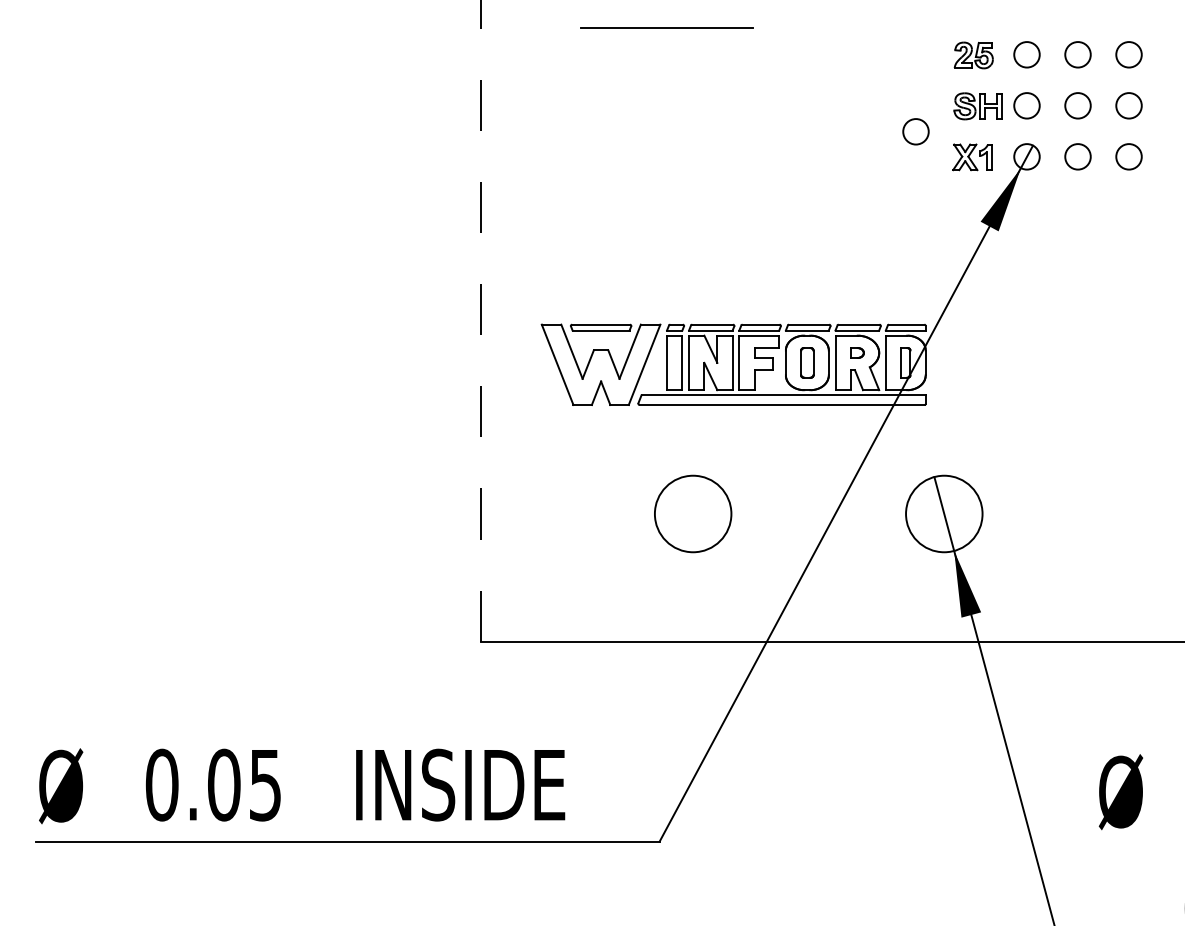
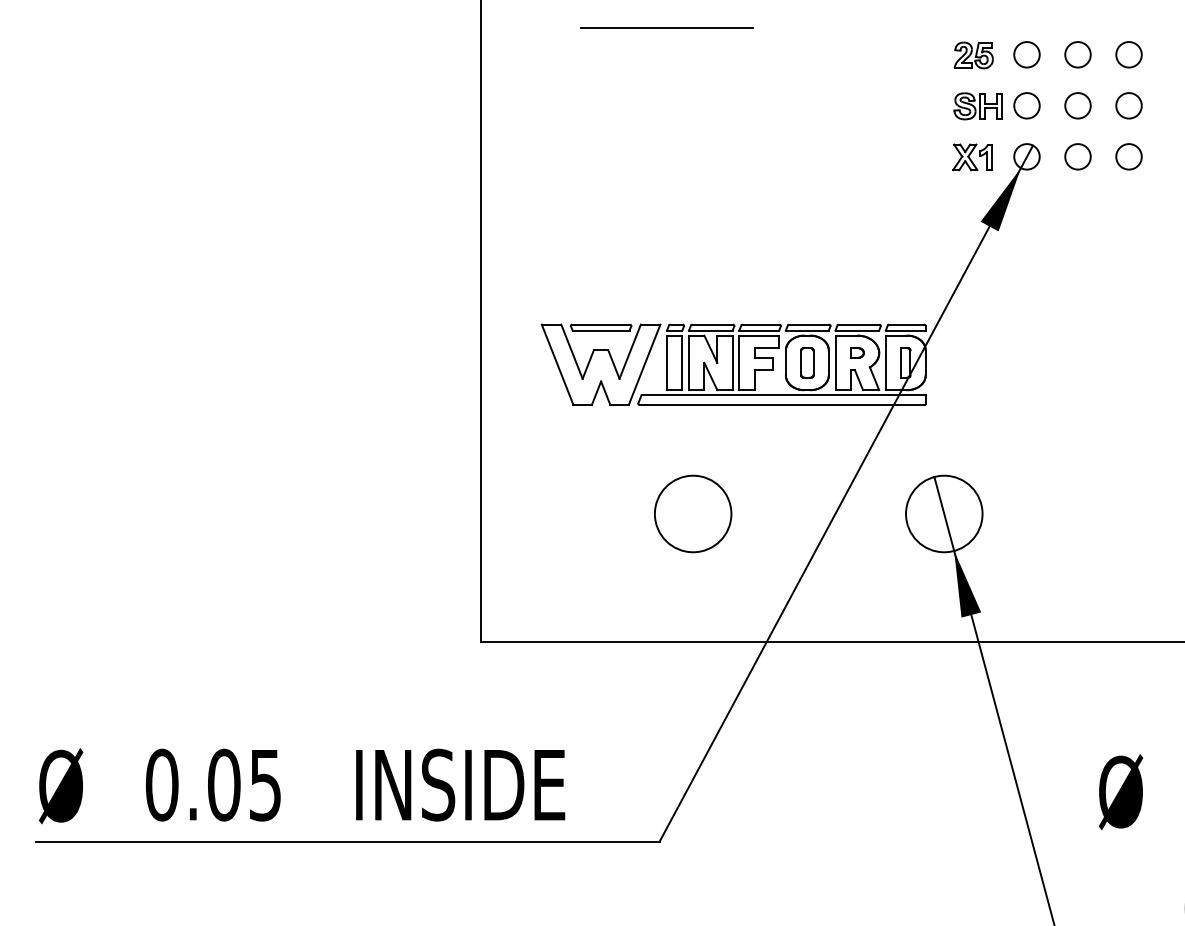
circle at (915, 131): present -> none
line at (481, 320): dashed -> solid
